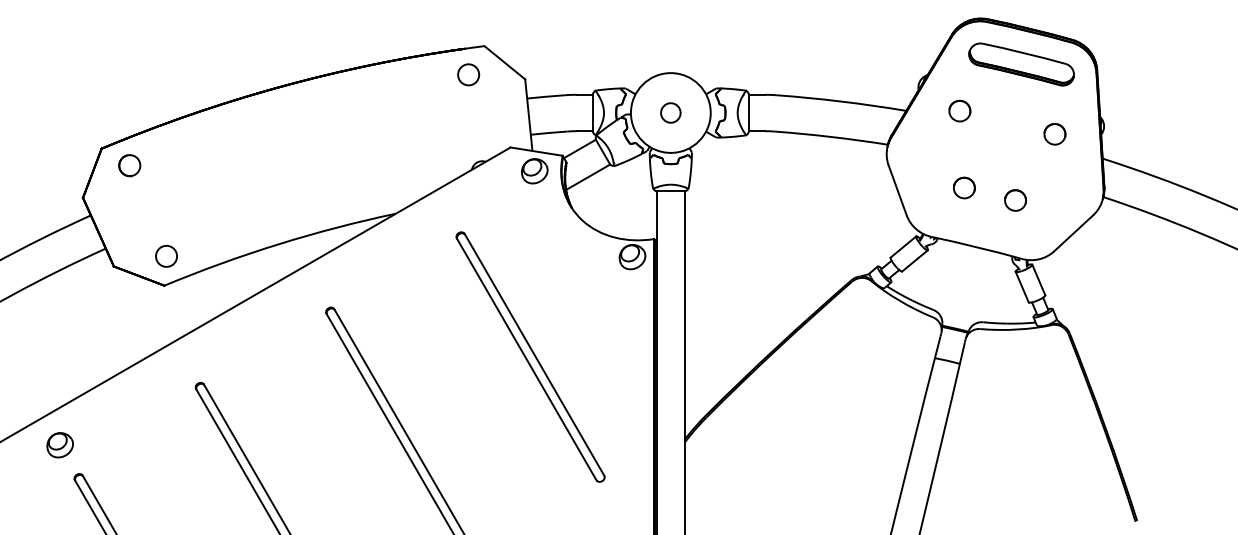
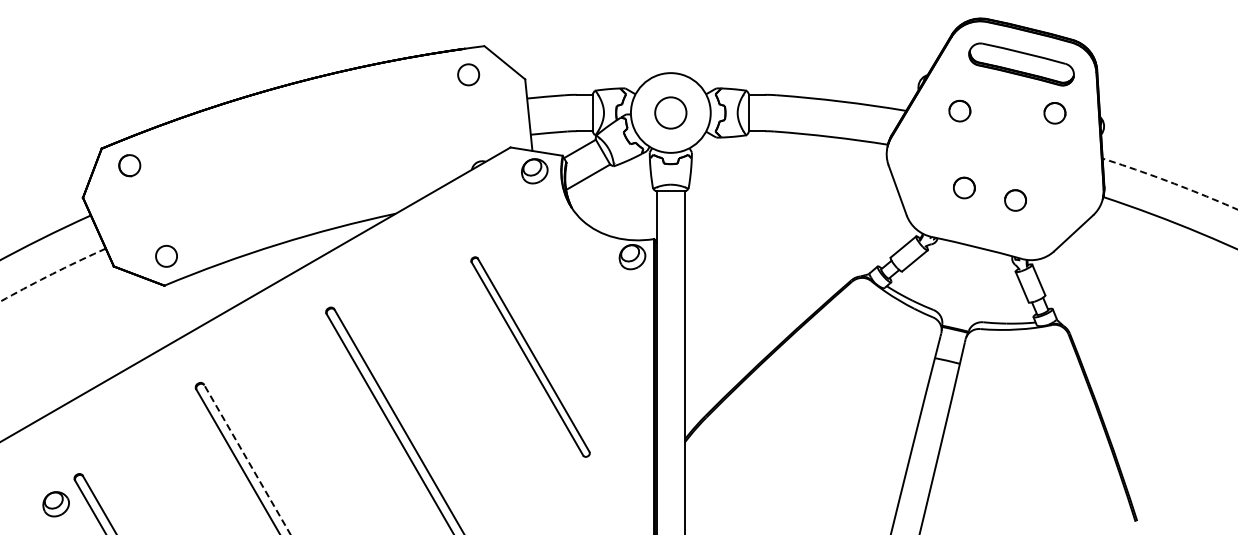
circle at (670, 112) diameter: 20 px -> 31 px
part at (1054, 134) position: (1054, 134) -> (1054, 113)
arc at (1170, 182): solid -> dashed
arc at (52, 274): solid -> dashed
part at (530, 356) size: 151x252 px -> 121x202 px
part at (59, 445) position: (59, 445) -> (55, 504)
line at (247, 459): solid -> dashed
